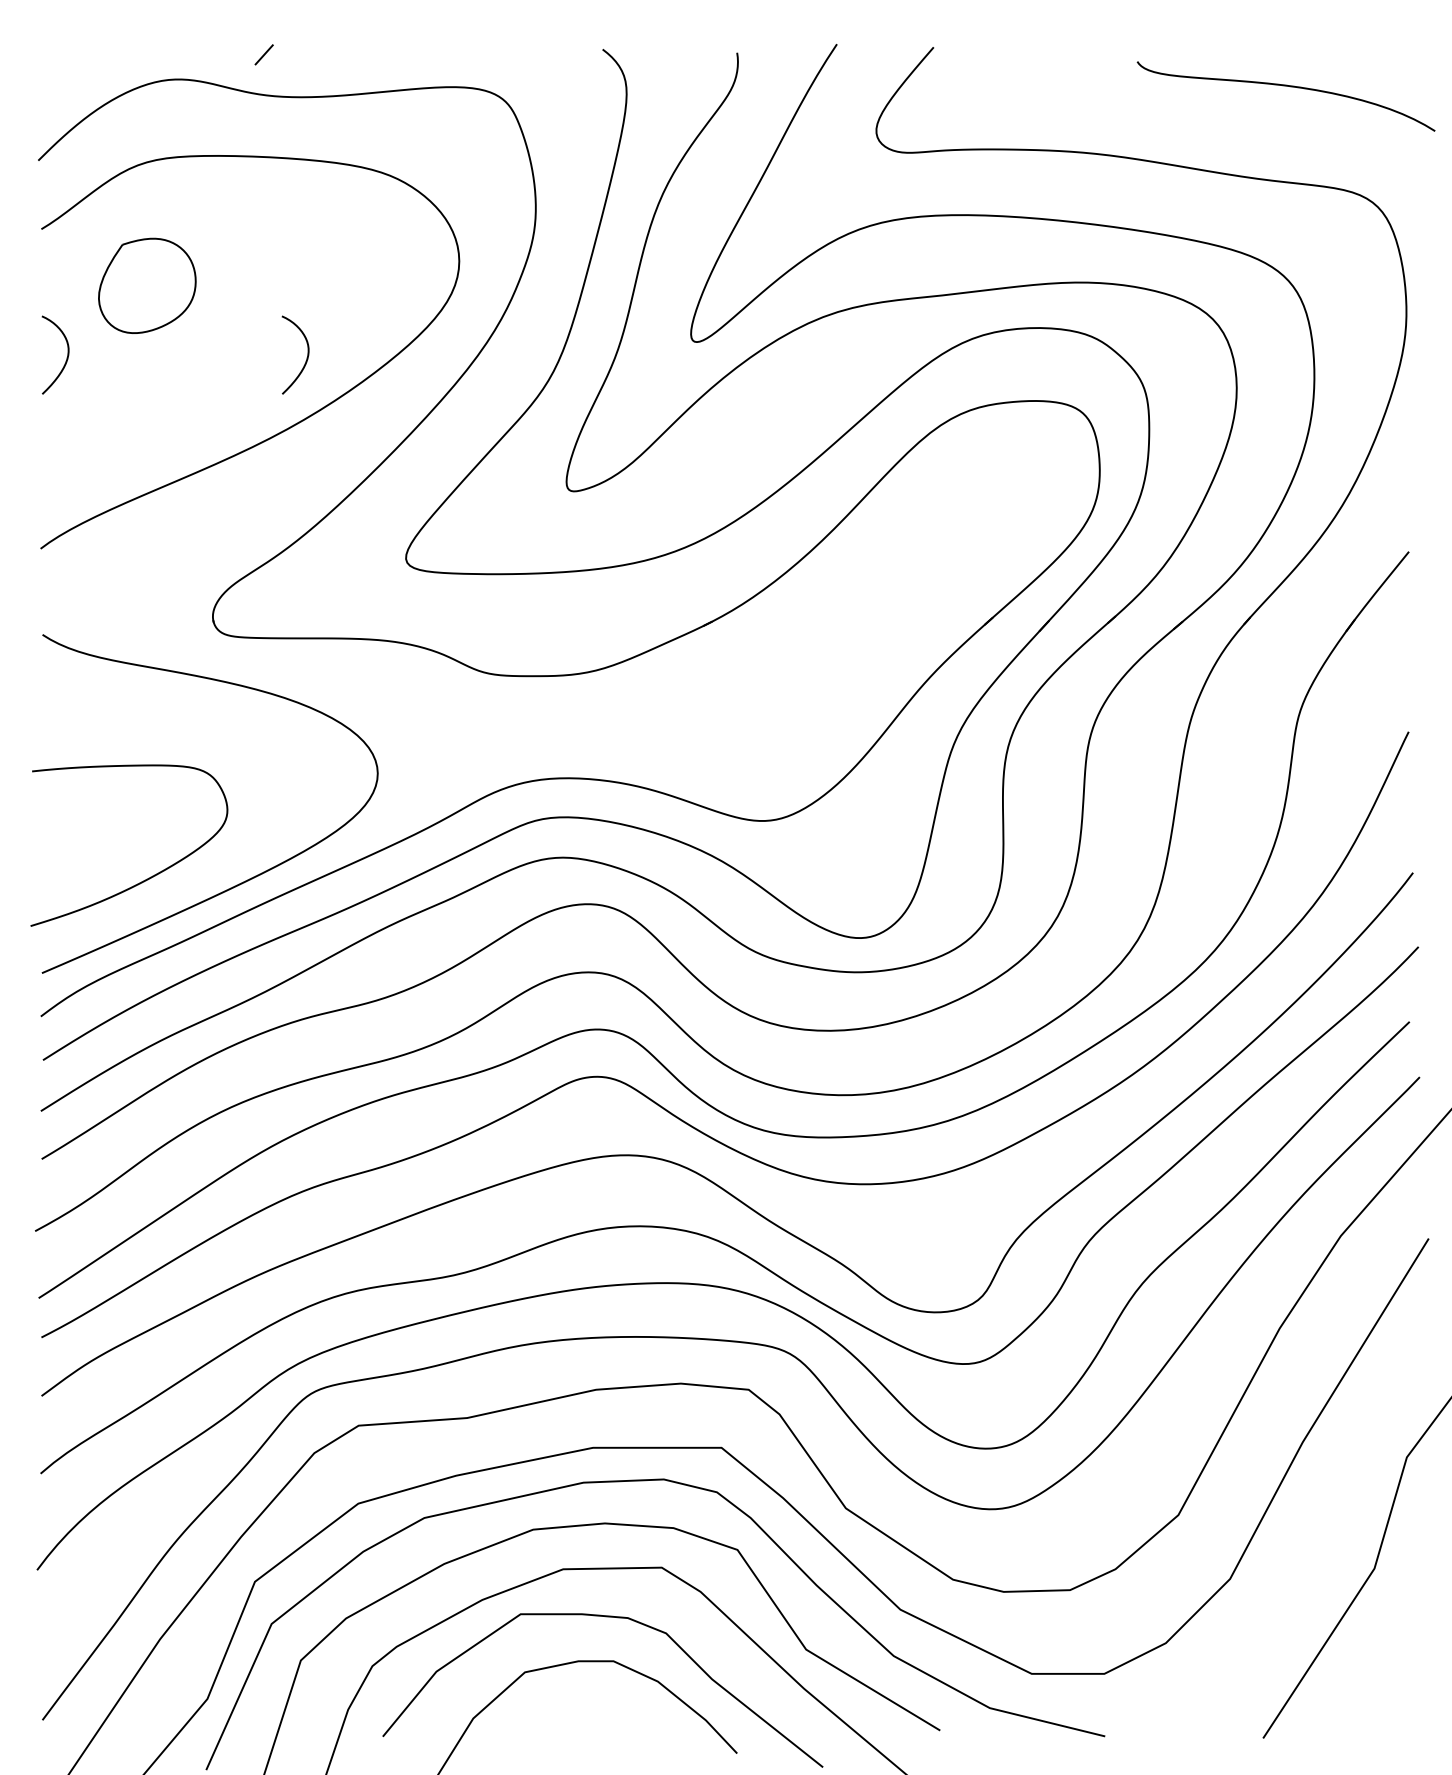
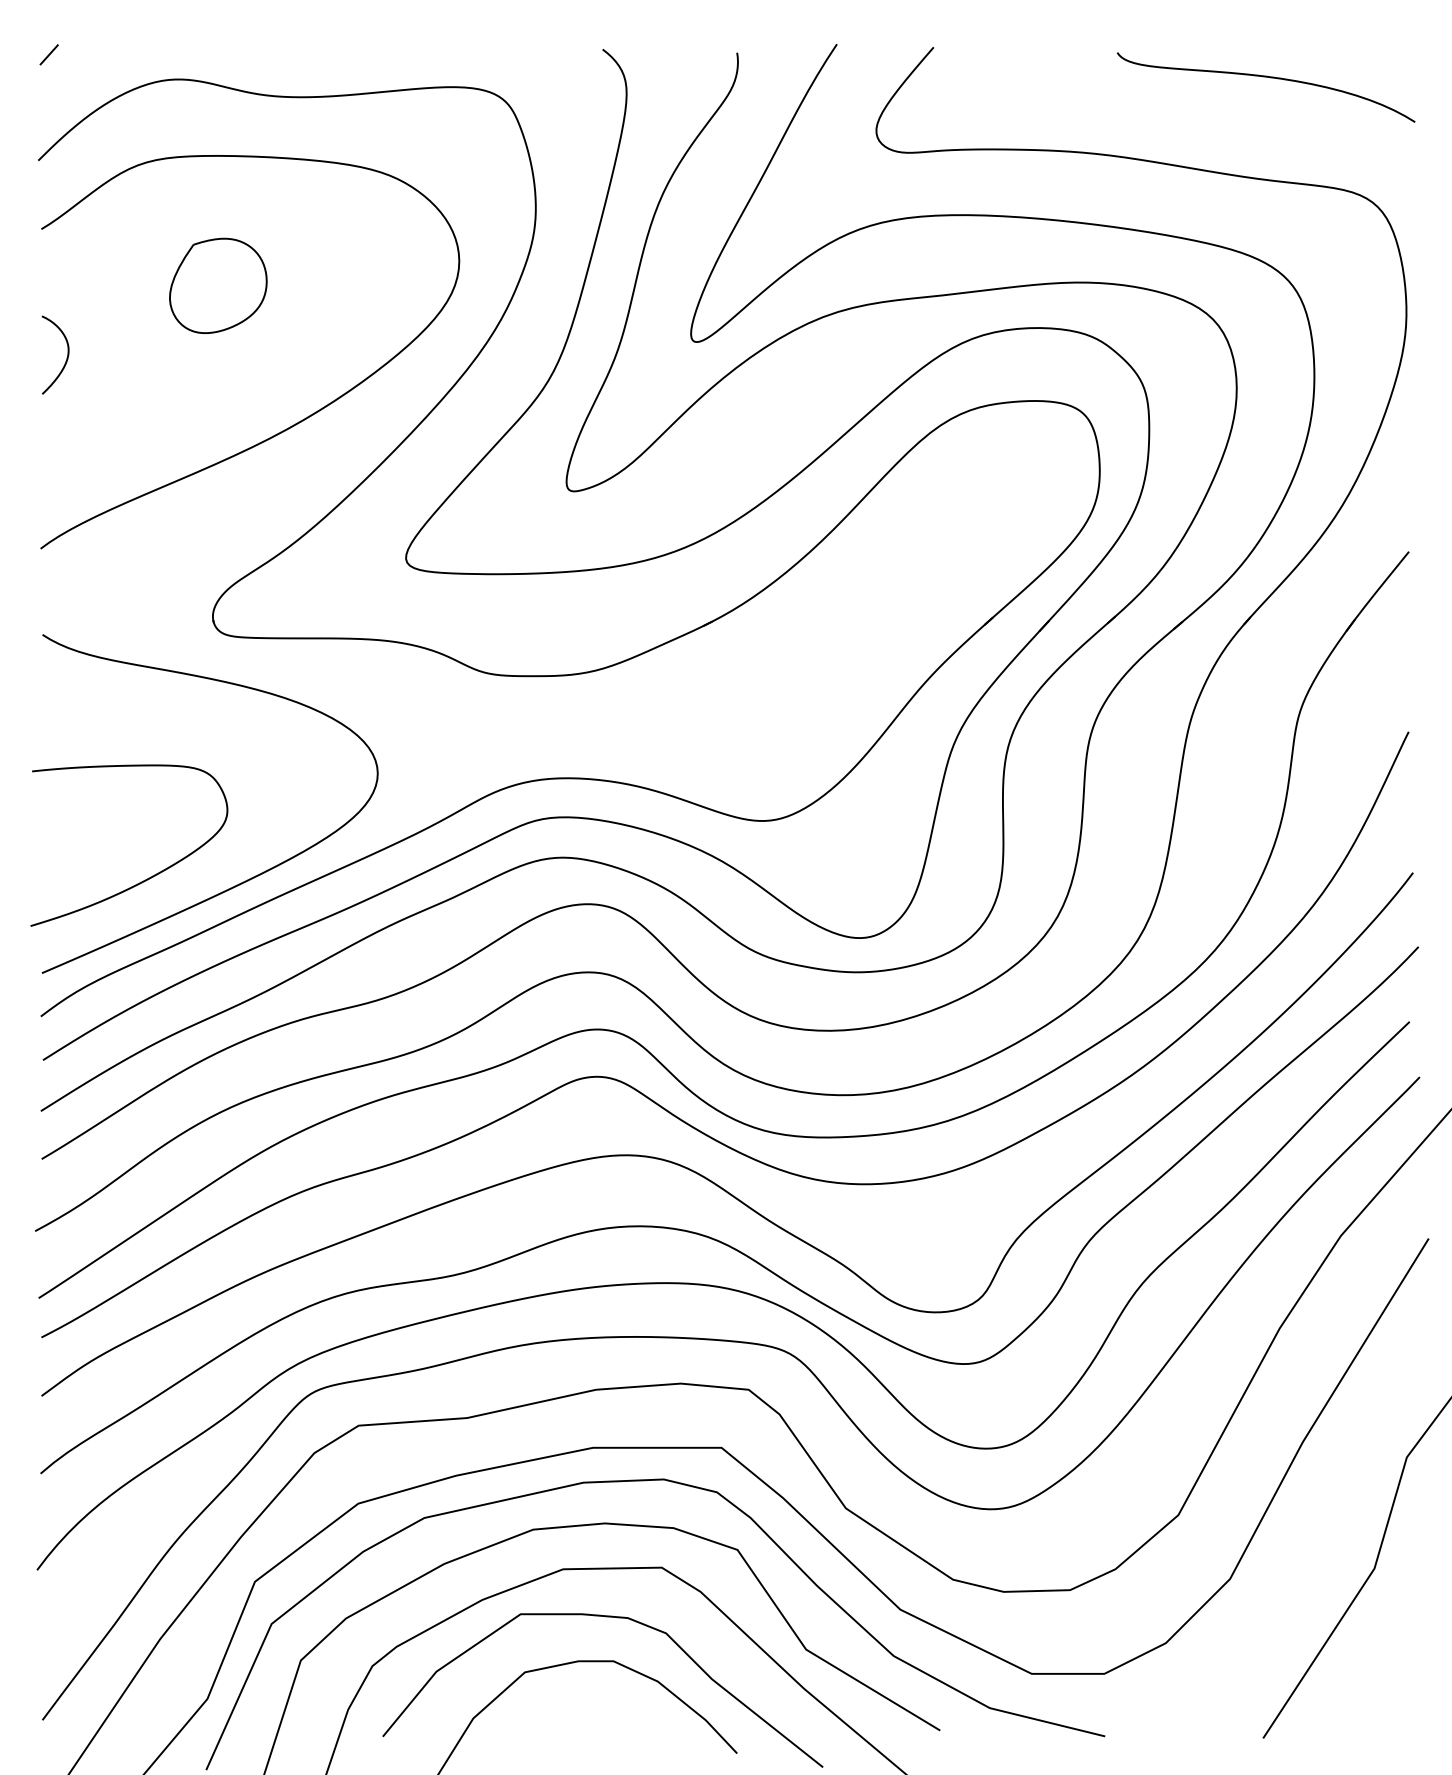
line at (263, 54) position: (263, 54) -> (48, 54)
curve at (1285, 86) position: (1285, 86) -> (1265, 77)
part at (147, 285) position: (147, 285) -> (218, 285)
curve at (306, 357): present -> none
